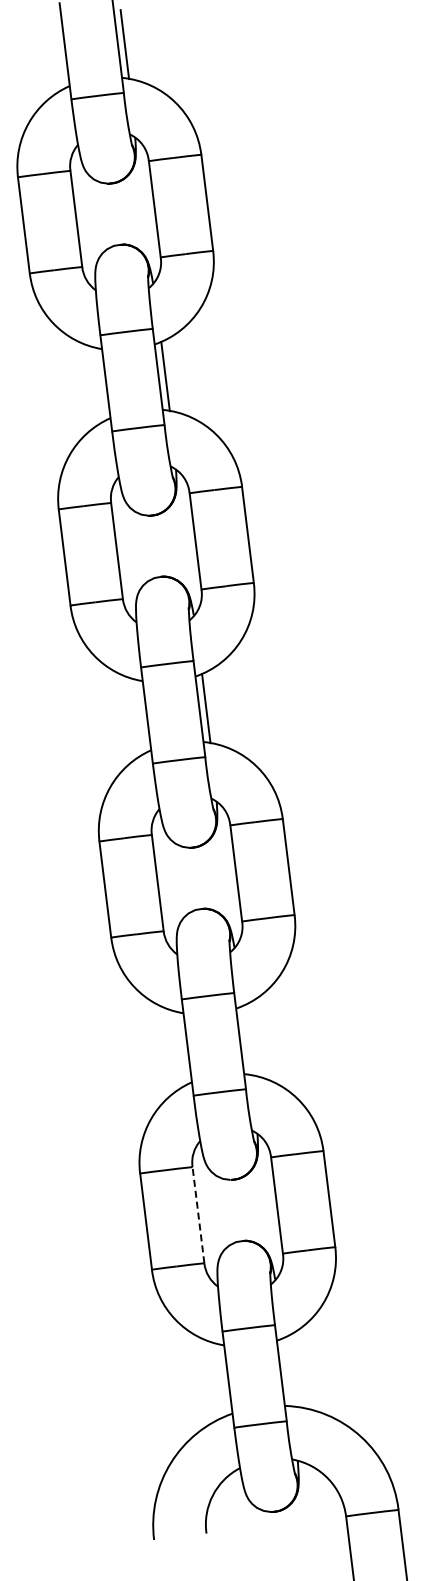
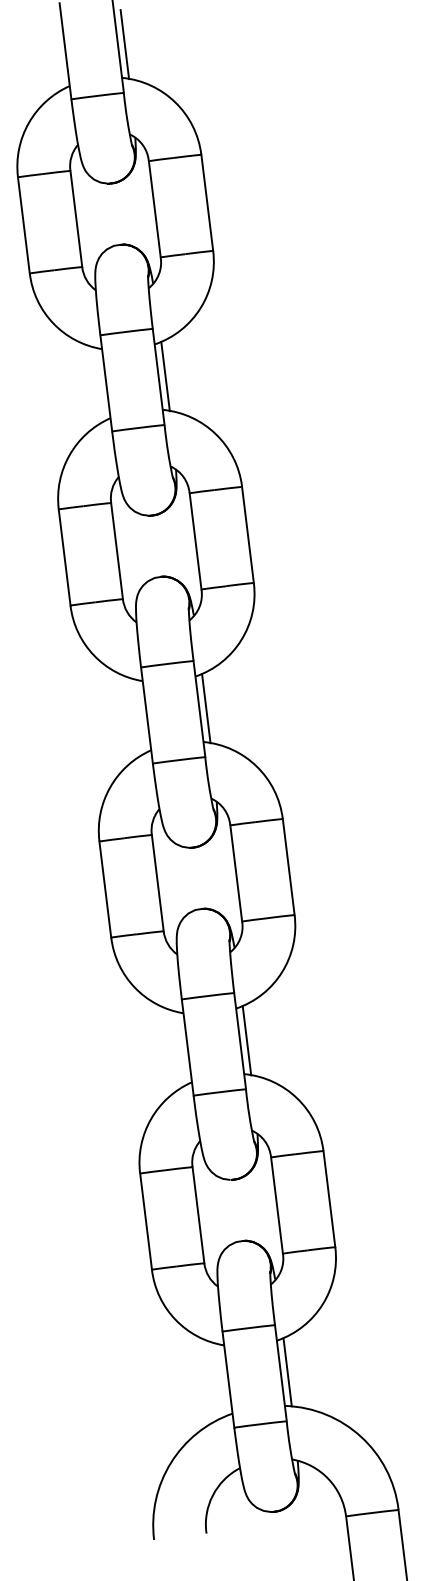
line at (246, 1040): none -> present
line at (198, 1214): dashed -> solid
line at (287, 1372): none -> present
